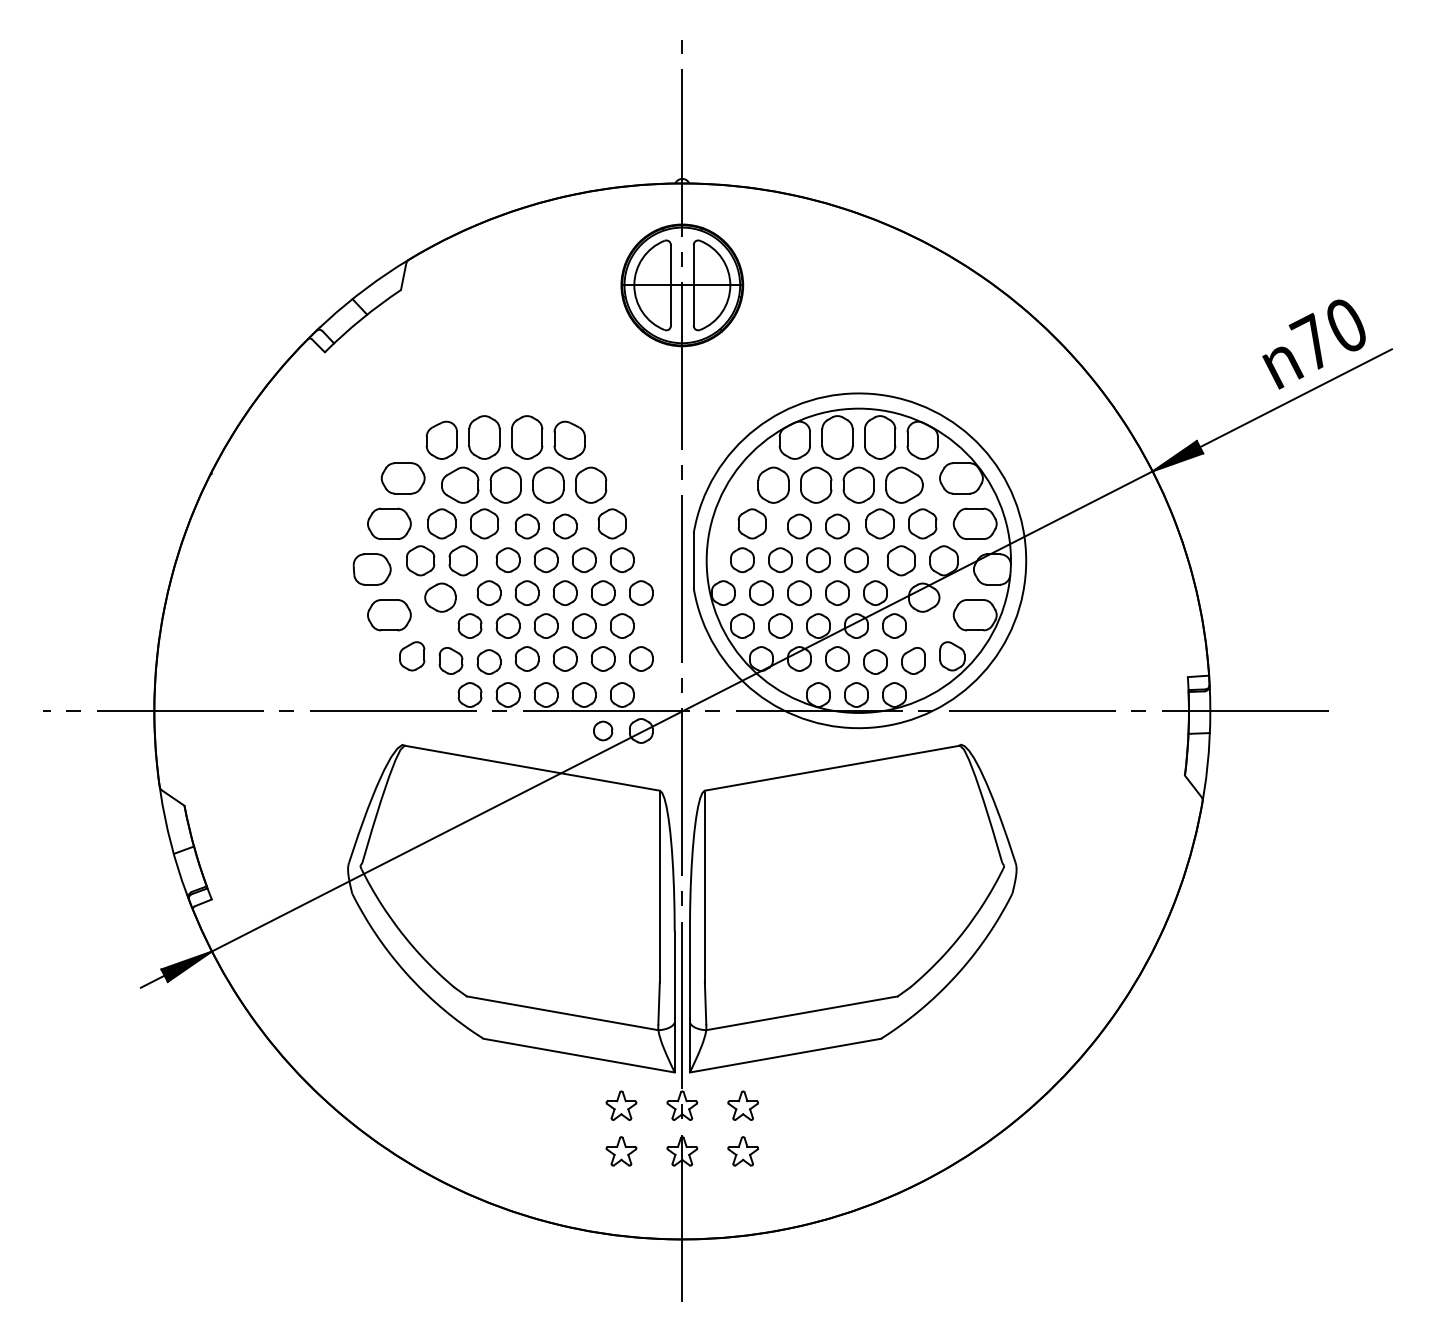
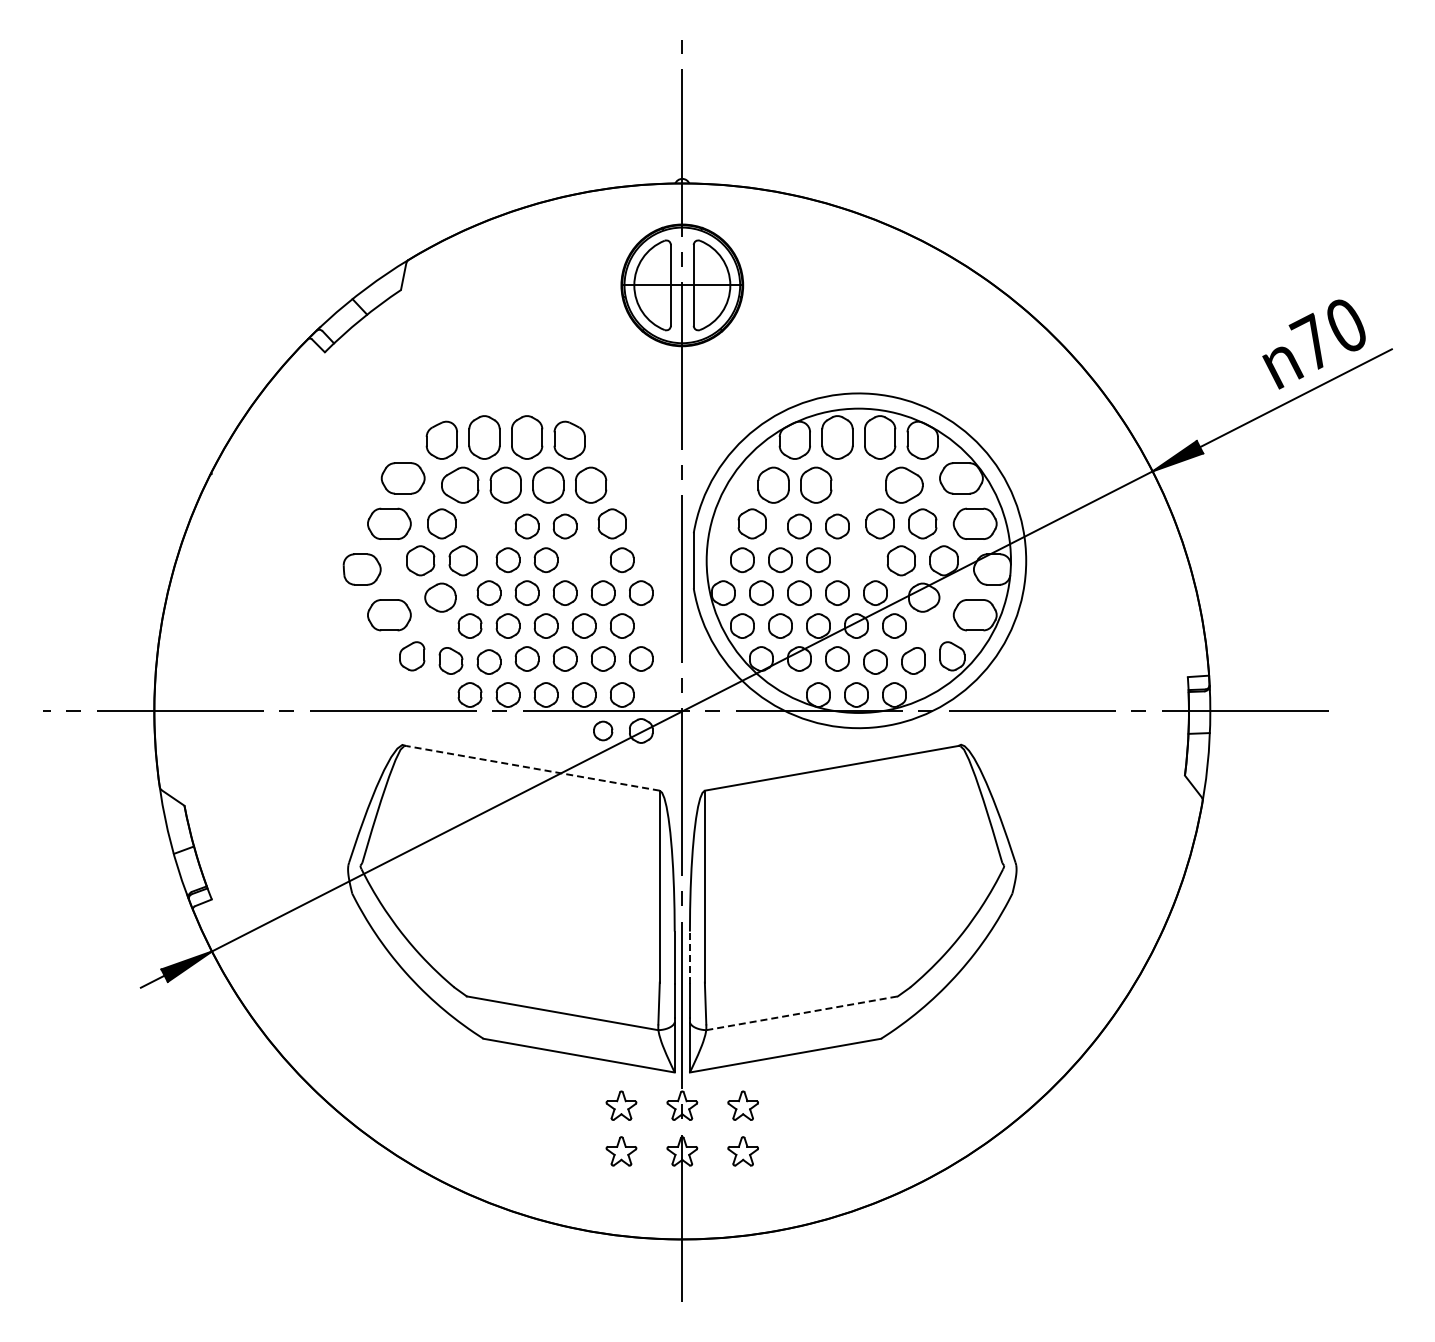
part at (858, 484): present -> none
part at (484, 523): present -> none
part at (583, 559): present -> none
part at (856, 559): present -> none
part at (371, 569) position: (371, 569) -> (361, 569)
line at (533, 768): solid -> dashed
line at (689, 957): solid -> dashed
line at (802, 1013): solid -> dashed
